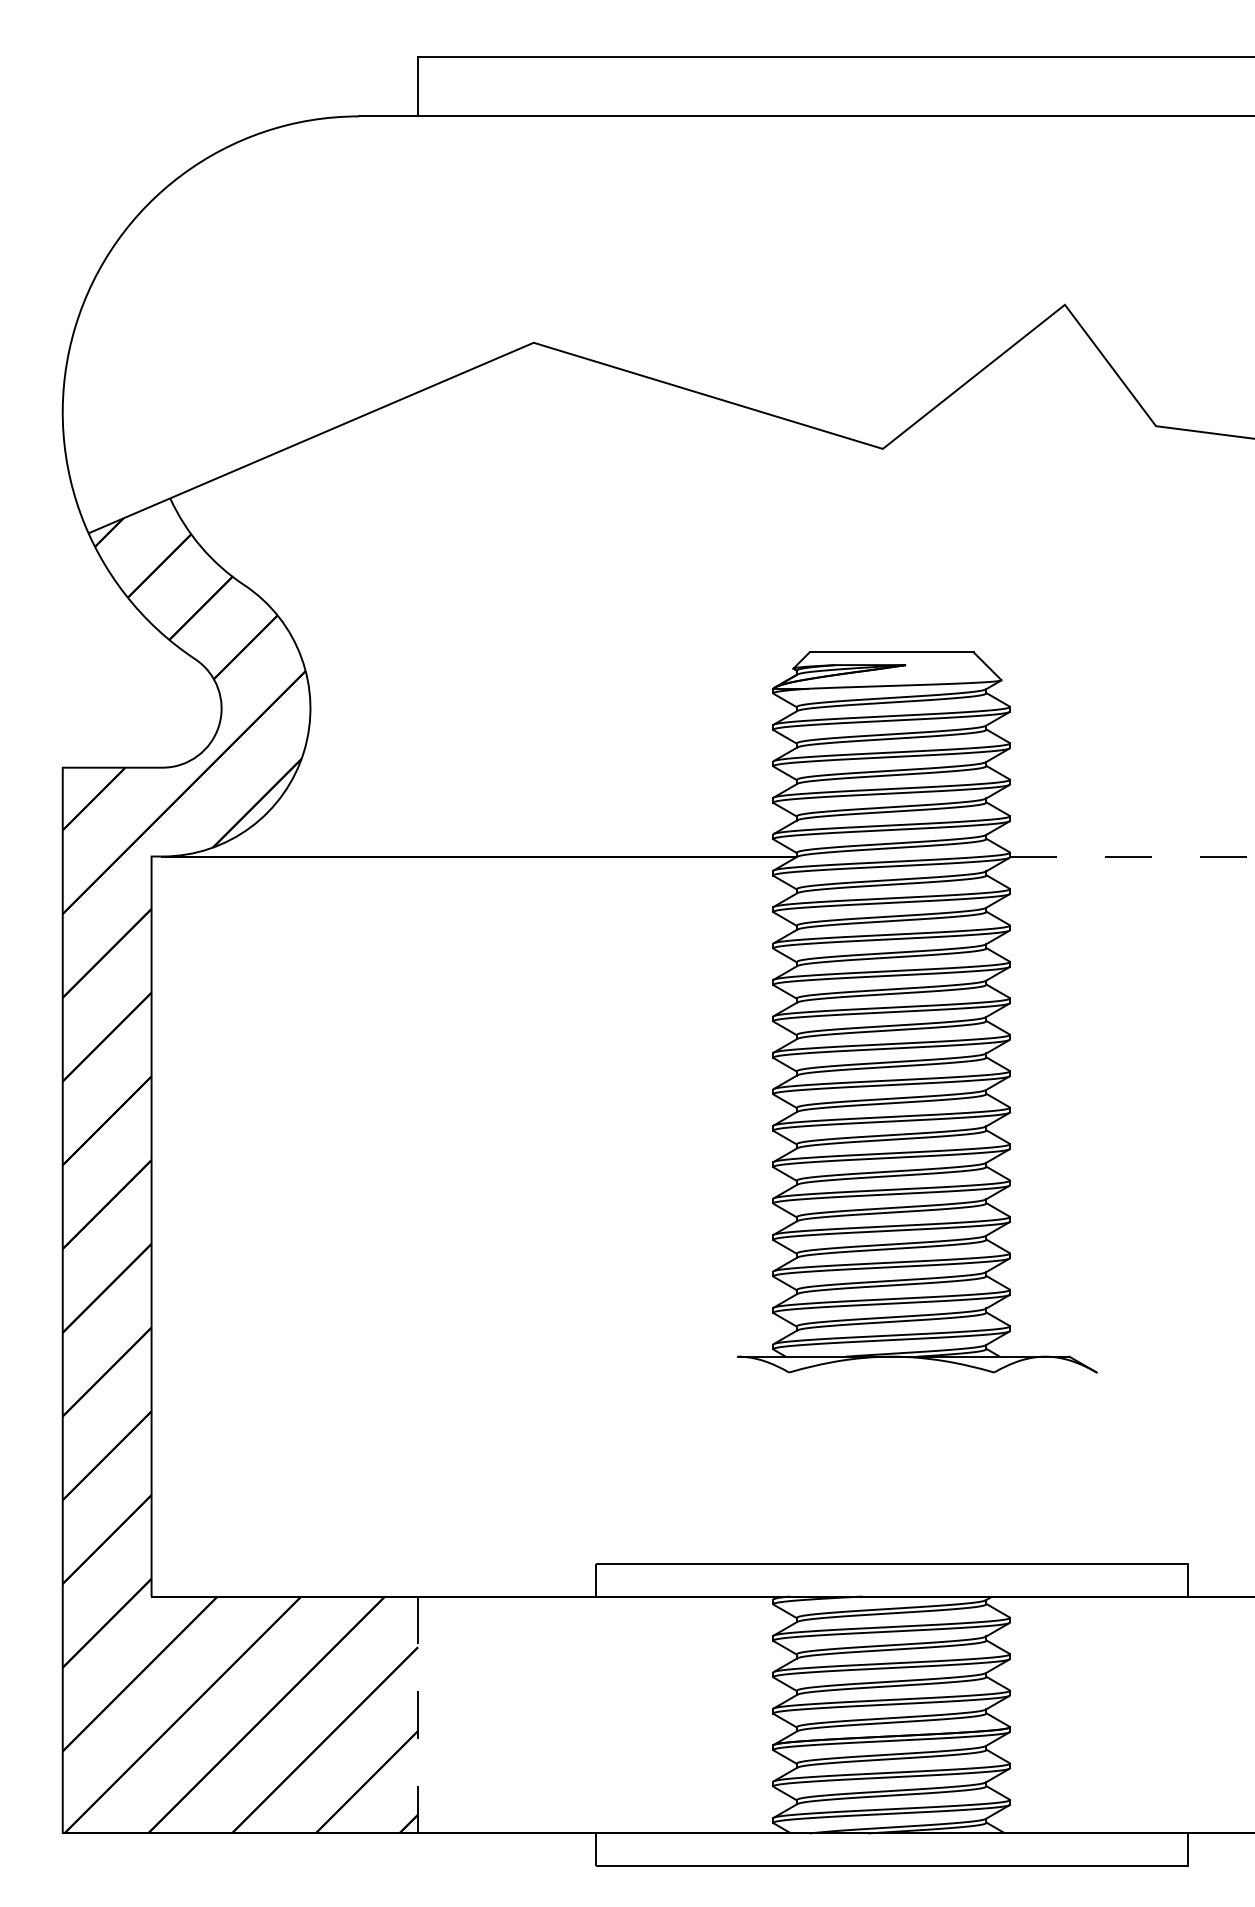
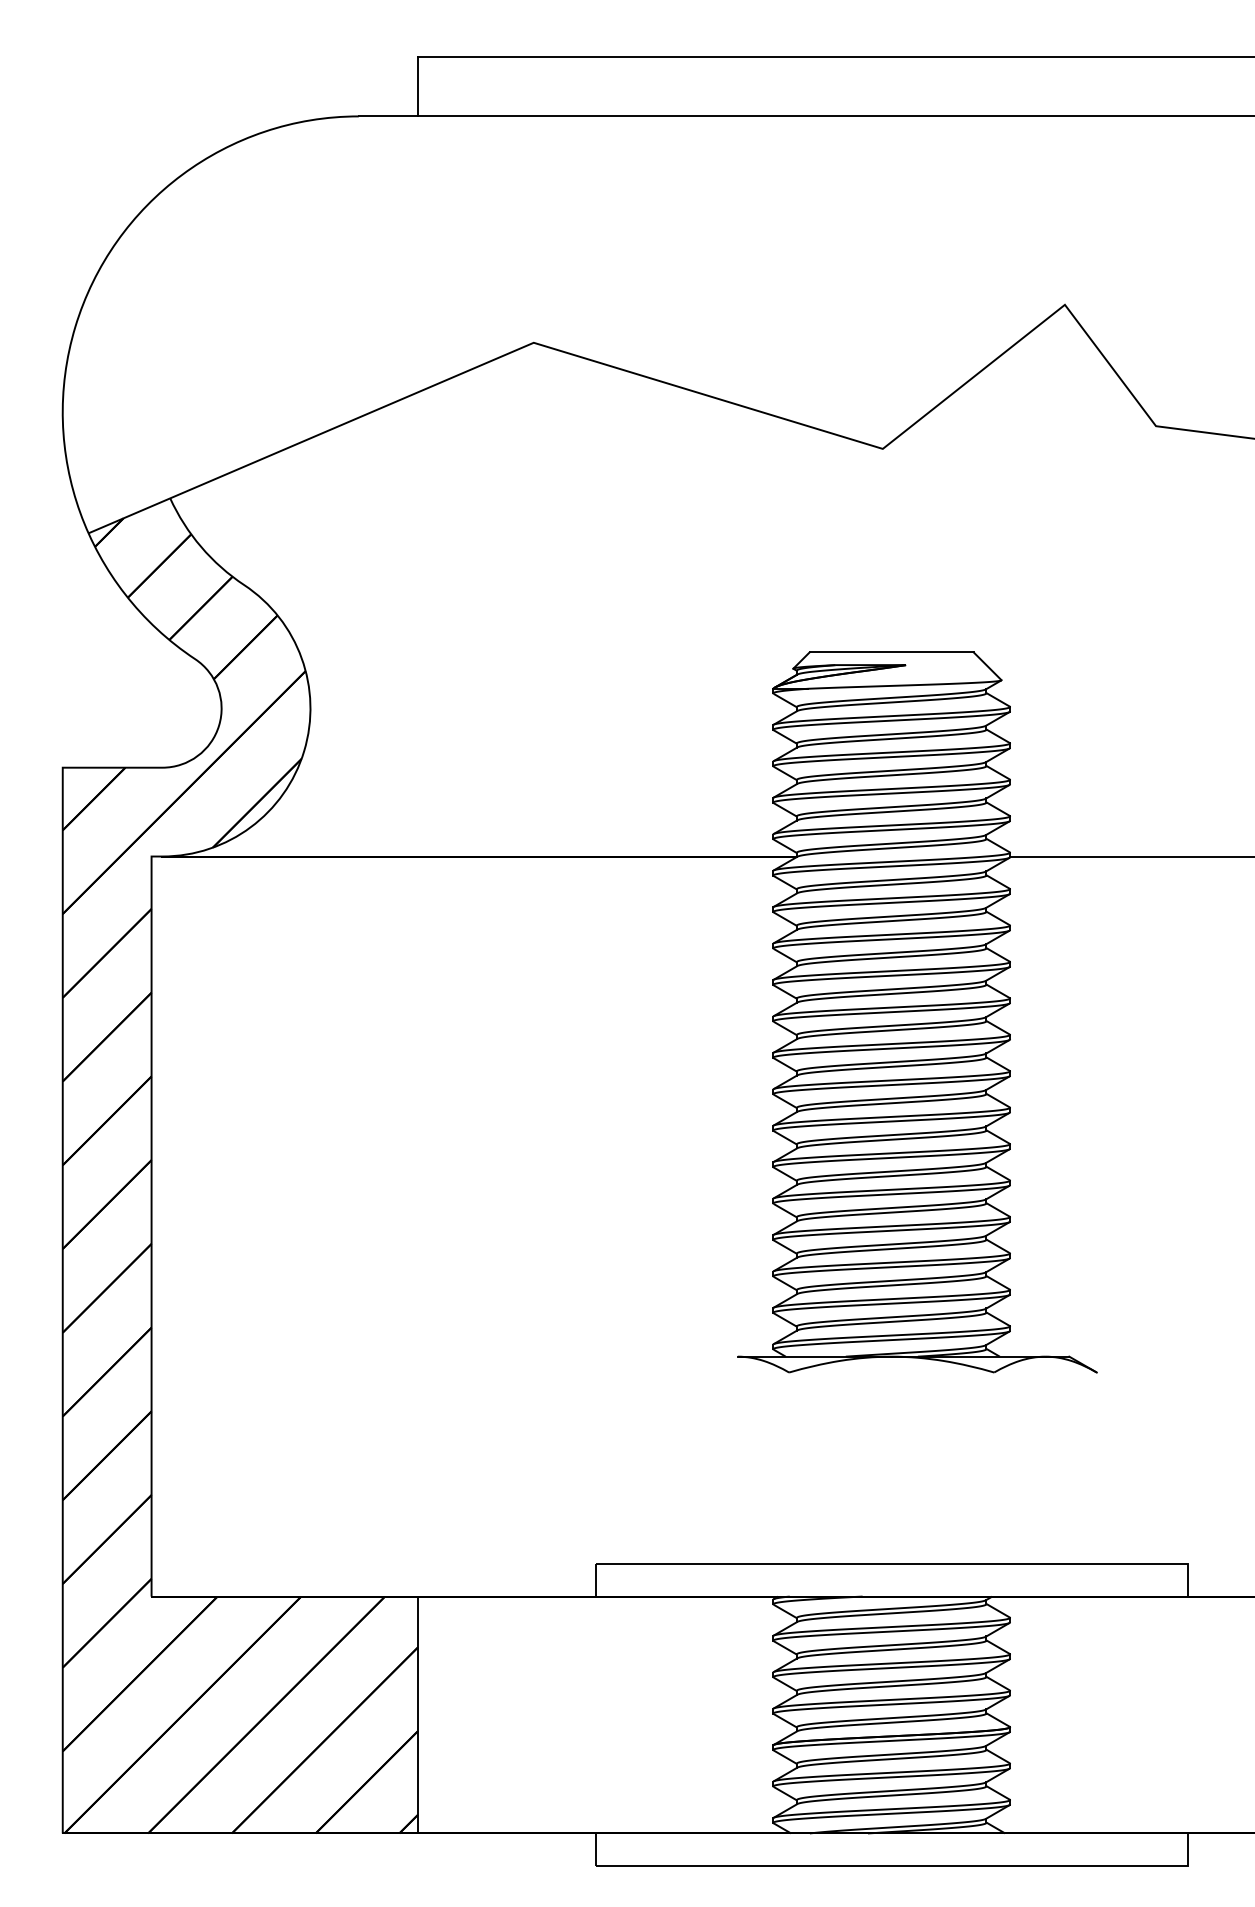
line at (1132, 856): dashed -> solid
line at (418, 1714): dashed -> solid
